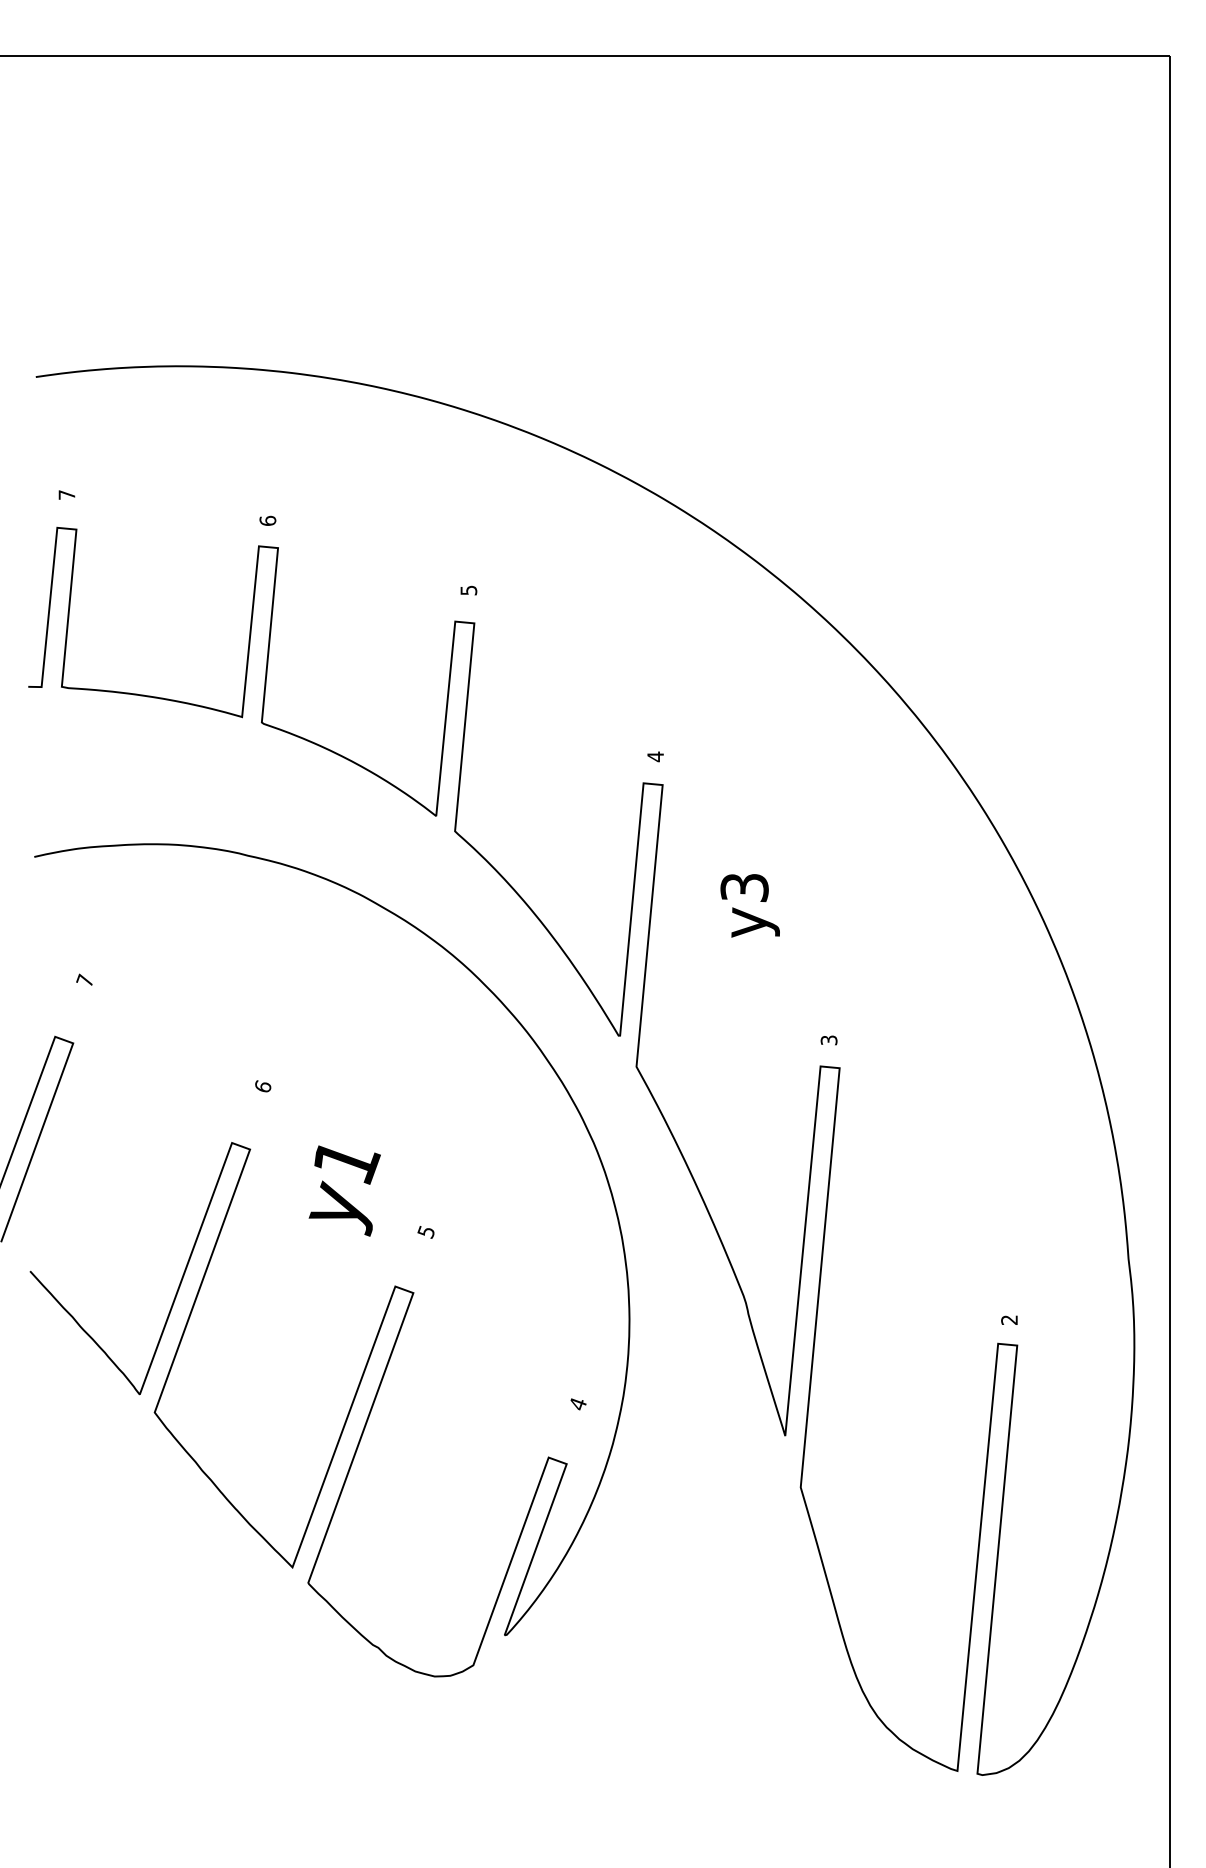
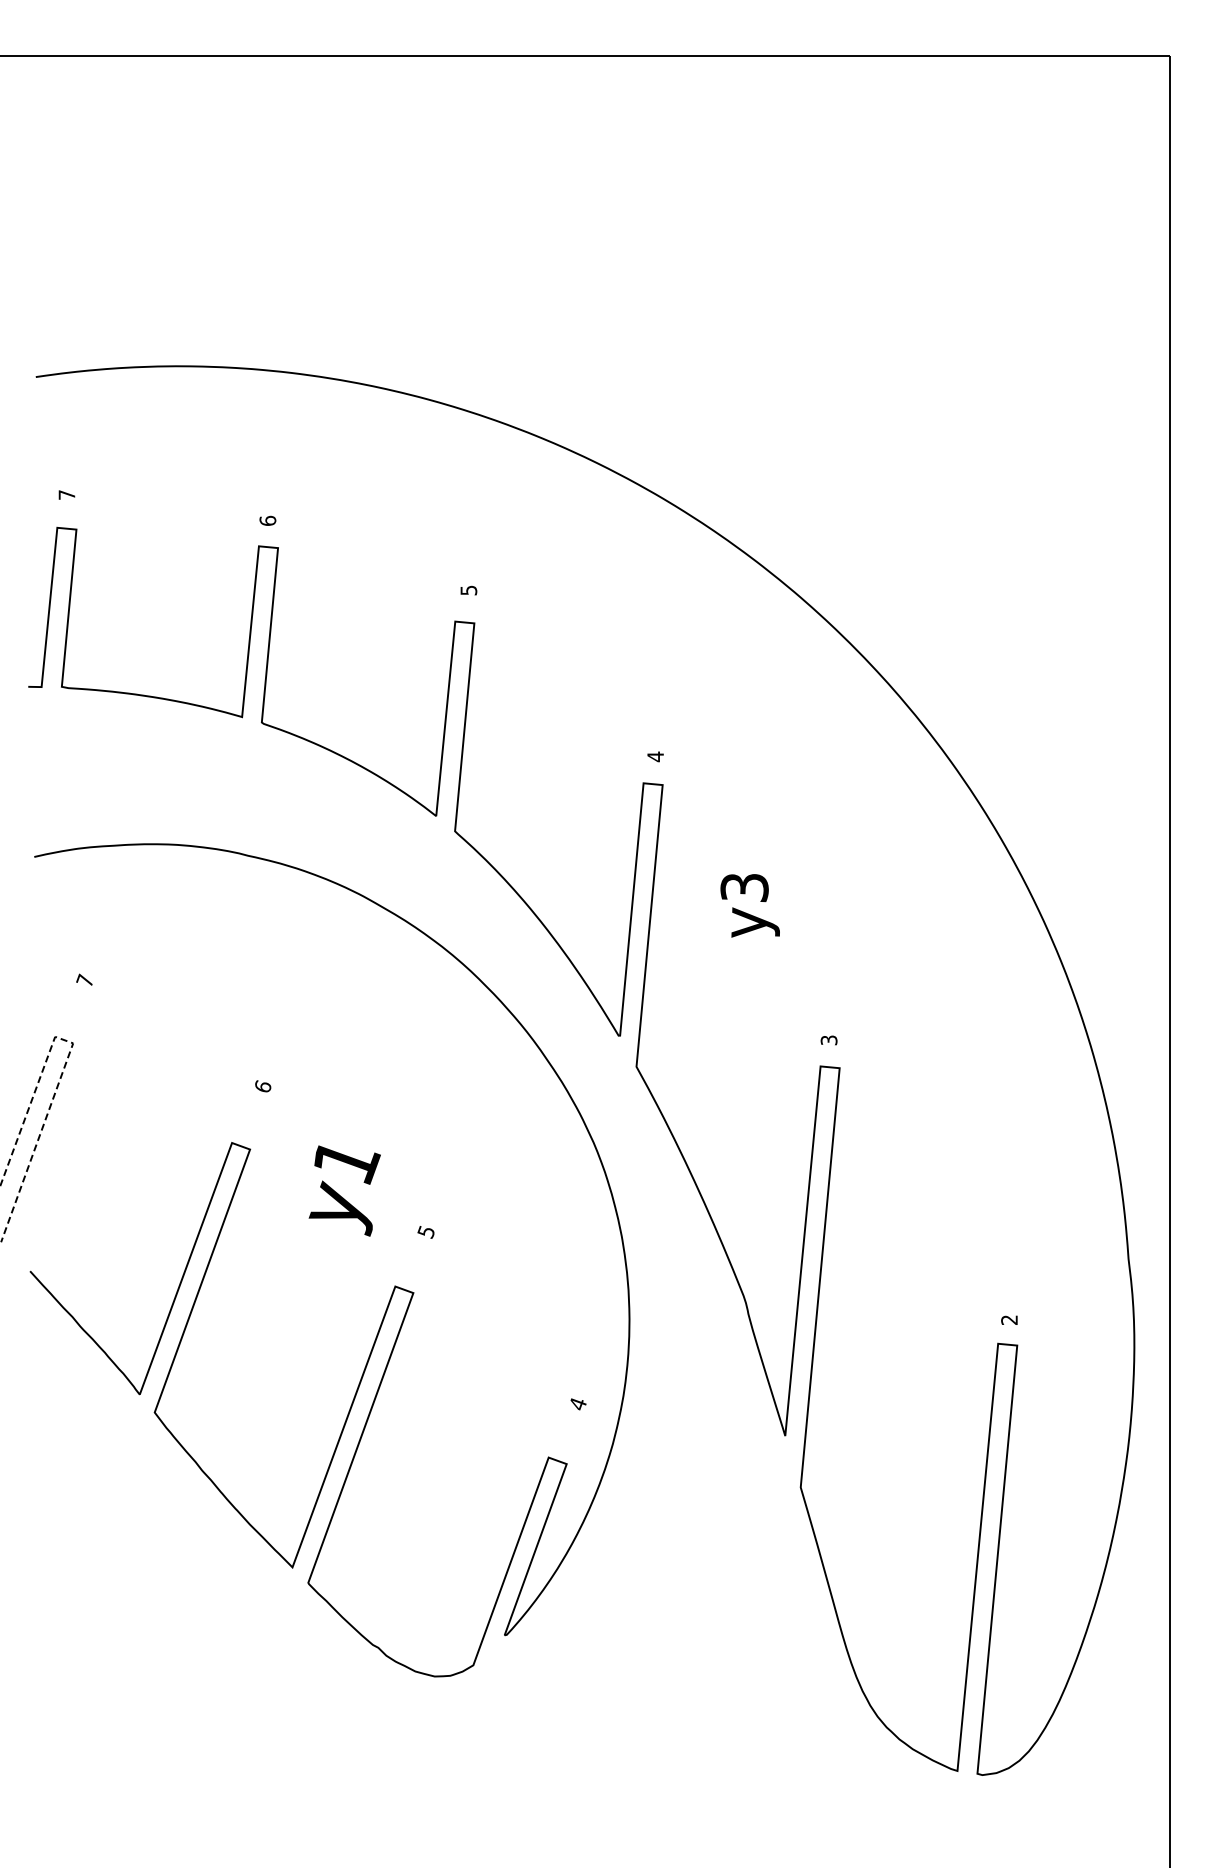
line at (68, 1057): solid -> dashed
